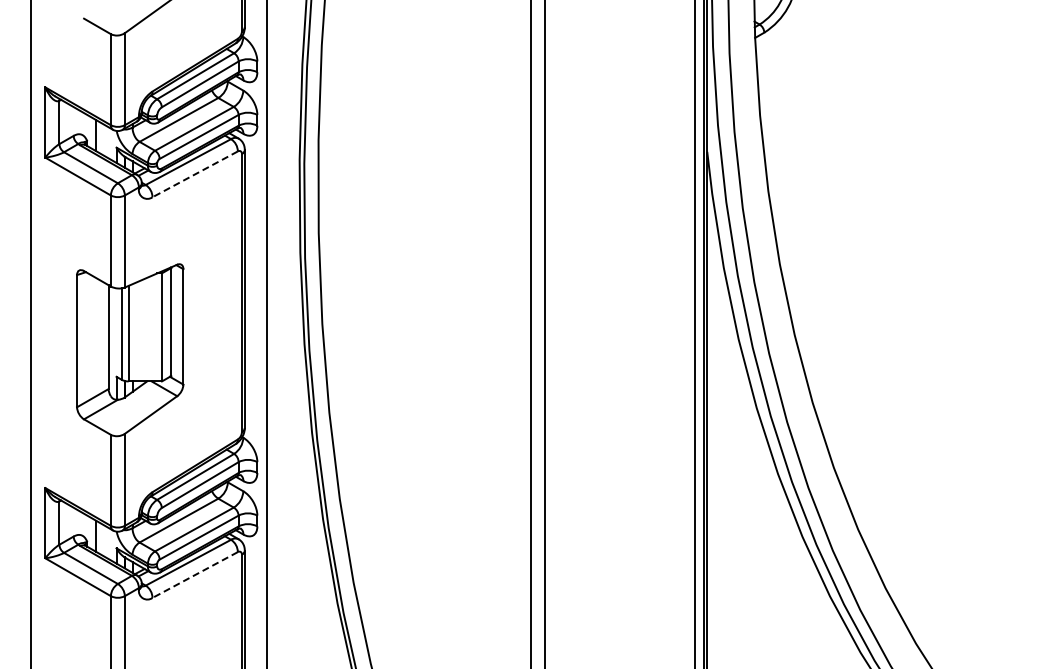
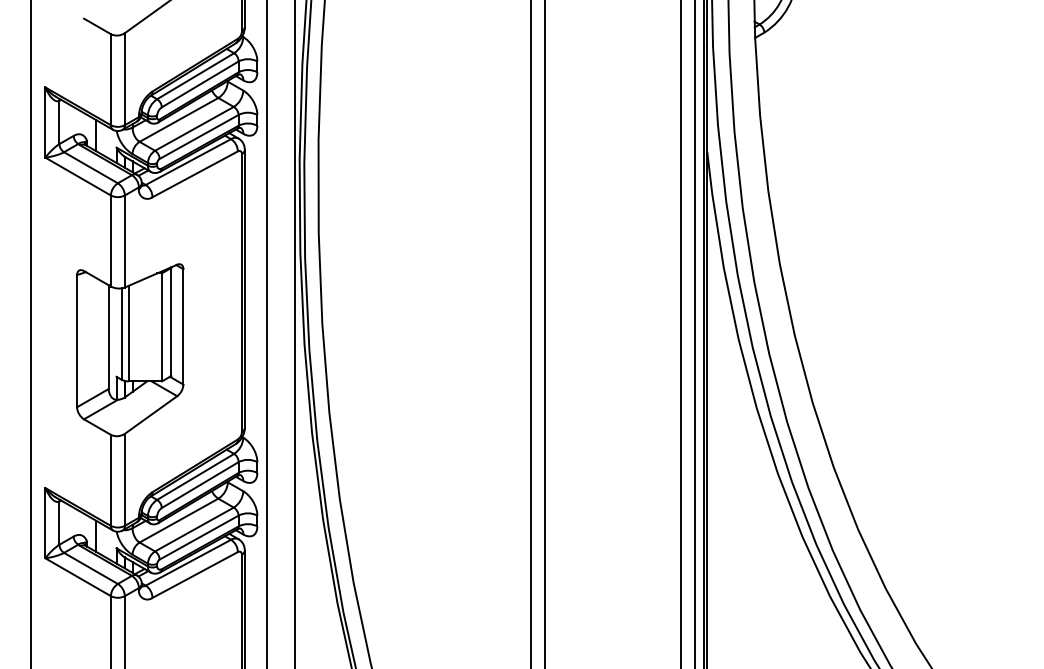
line at (194, 174): dashed -> solid
line at (294, 333): none -> present
line at (680, 333): none -> present
line at (194, 575): dashed -> solid
